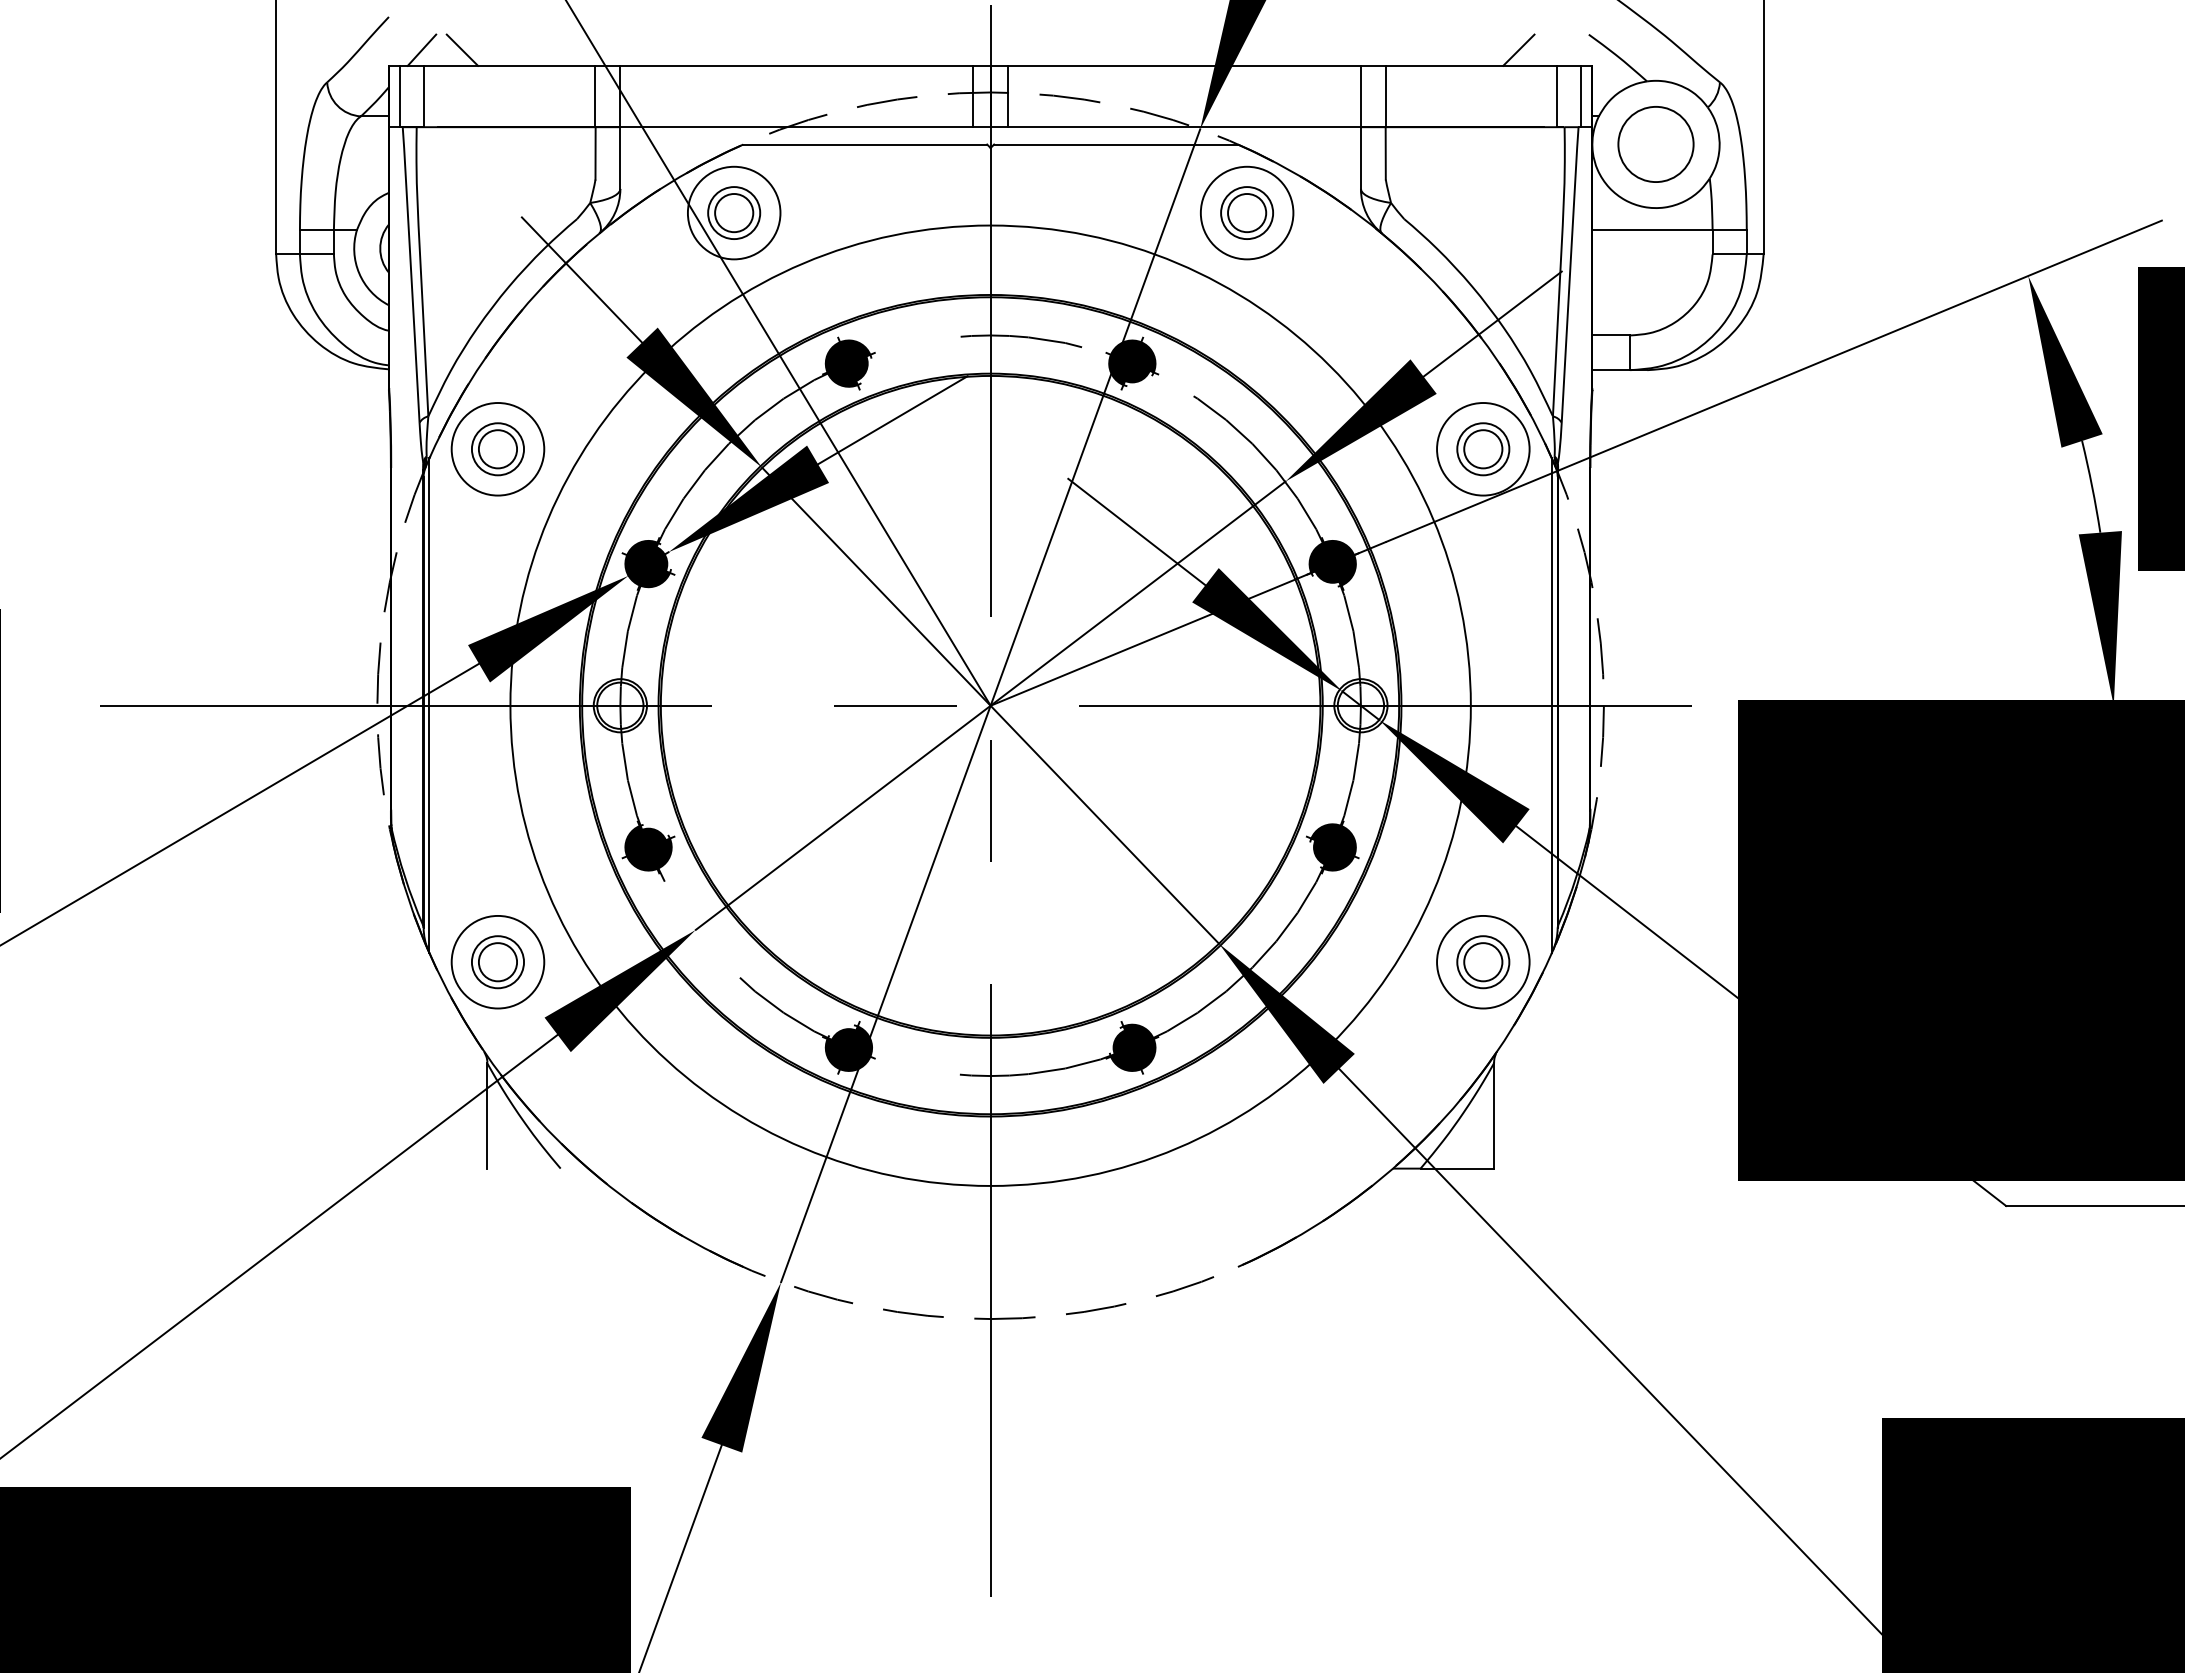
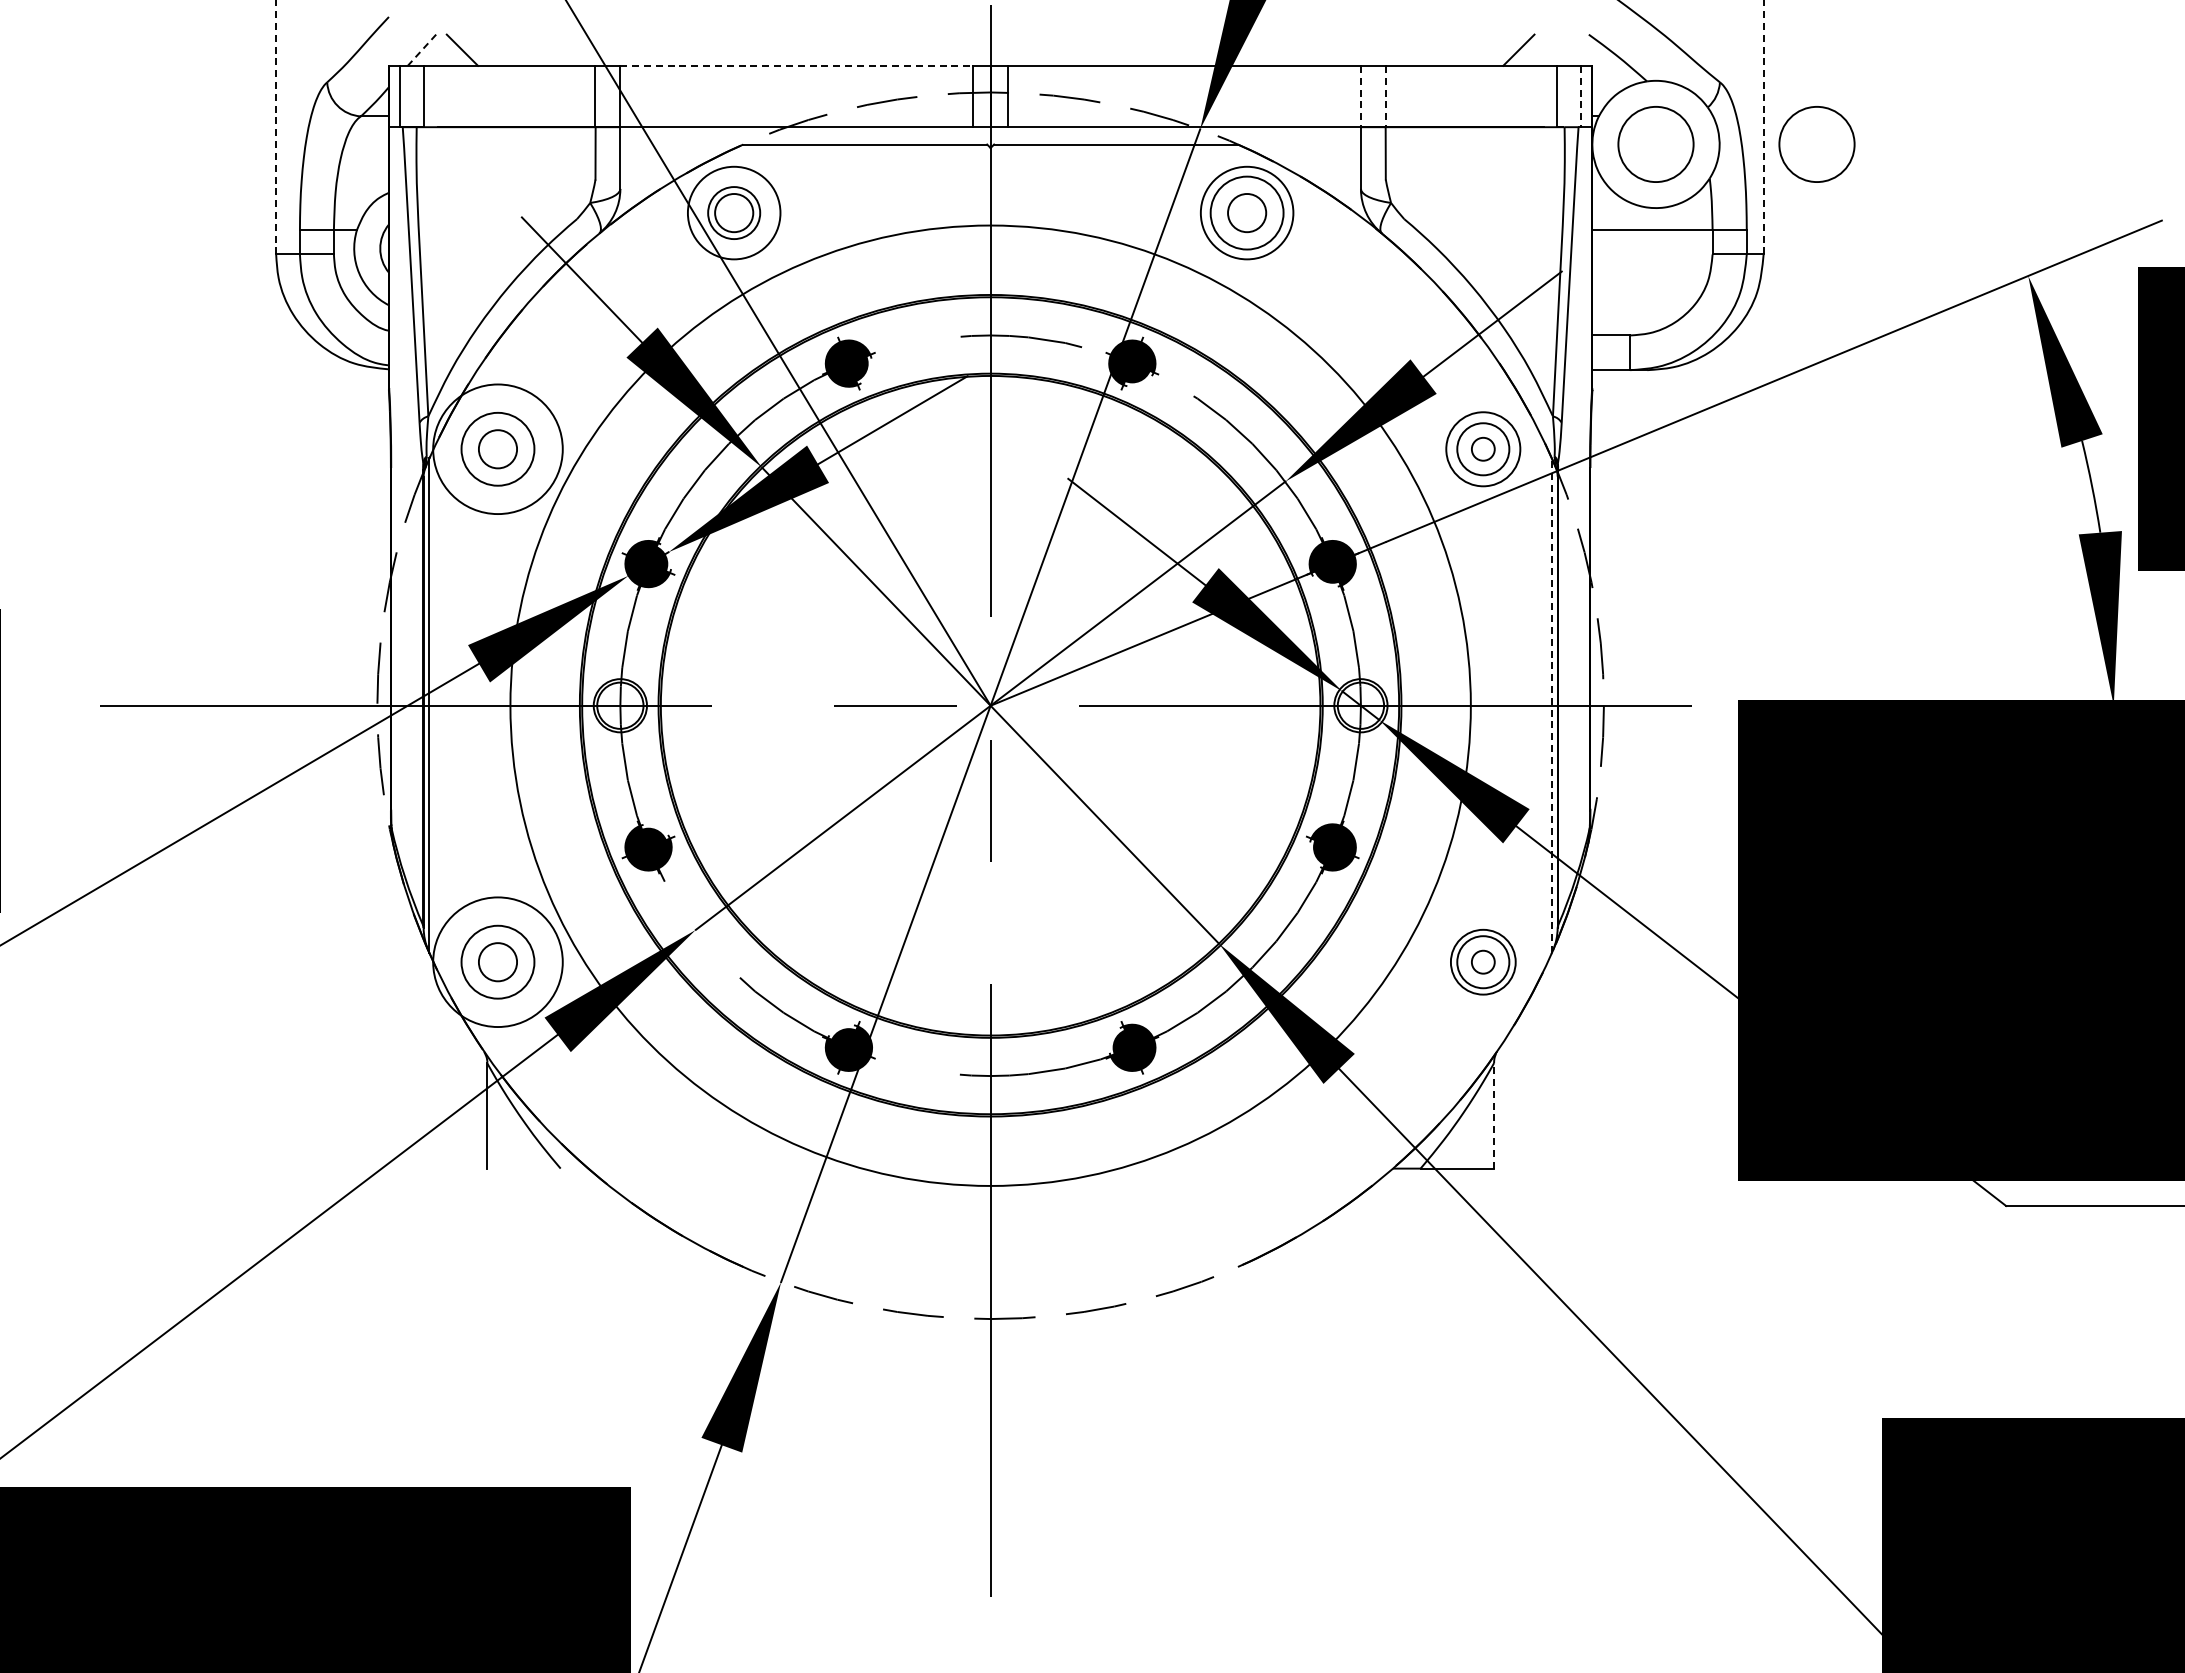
line at (421, 50): solid -> dashed
line at (797, 65): solid -> dashed
line at (1360, 96): solid -> dashed
line at (1385, 96): solid -> dashed
line at (1581, 96): solid -> dashed
line at (276, 127): solid -> dashed
line at (1763, 127): solid -> dashed
circle at (1816, 144): none -> present
circle at (1247, 213) diameter: 52 px -> 73 px
circle at (497, 449) diameter: 52 px -> 73 px
circle at (497, 449) diameter: 93 px -> 130 px
circle at (1483, 449) diameter: 38 px -> 23 px
circle at (1483, 449) diameter: 93 px -> 74 px
line at (1551, 705): solid -> dashed
circle at (497, 961) diameter: 93 px -> 130 px
circle at (1483, 961) diameter: 93 px -> 65 px
circle at (497, 962) diameter: 52 px -> 73 px
circle at (1483, 962) diameter: 38 px -> 23 px
line at (1494, 1116): solid -> dashed
